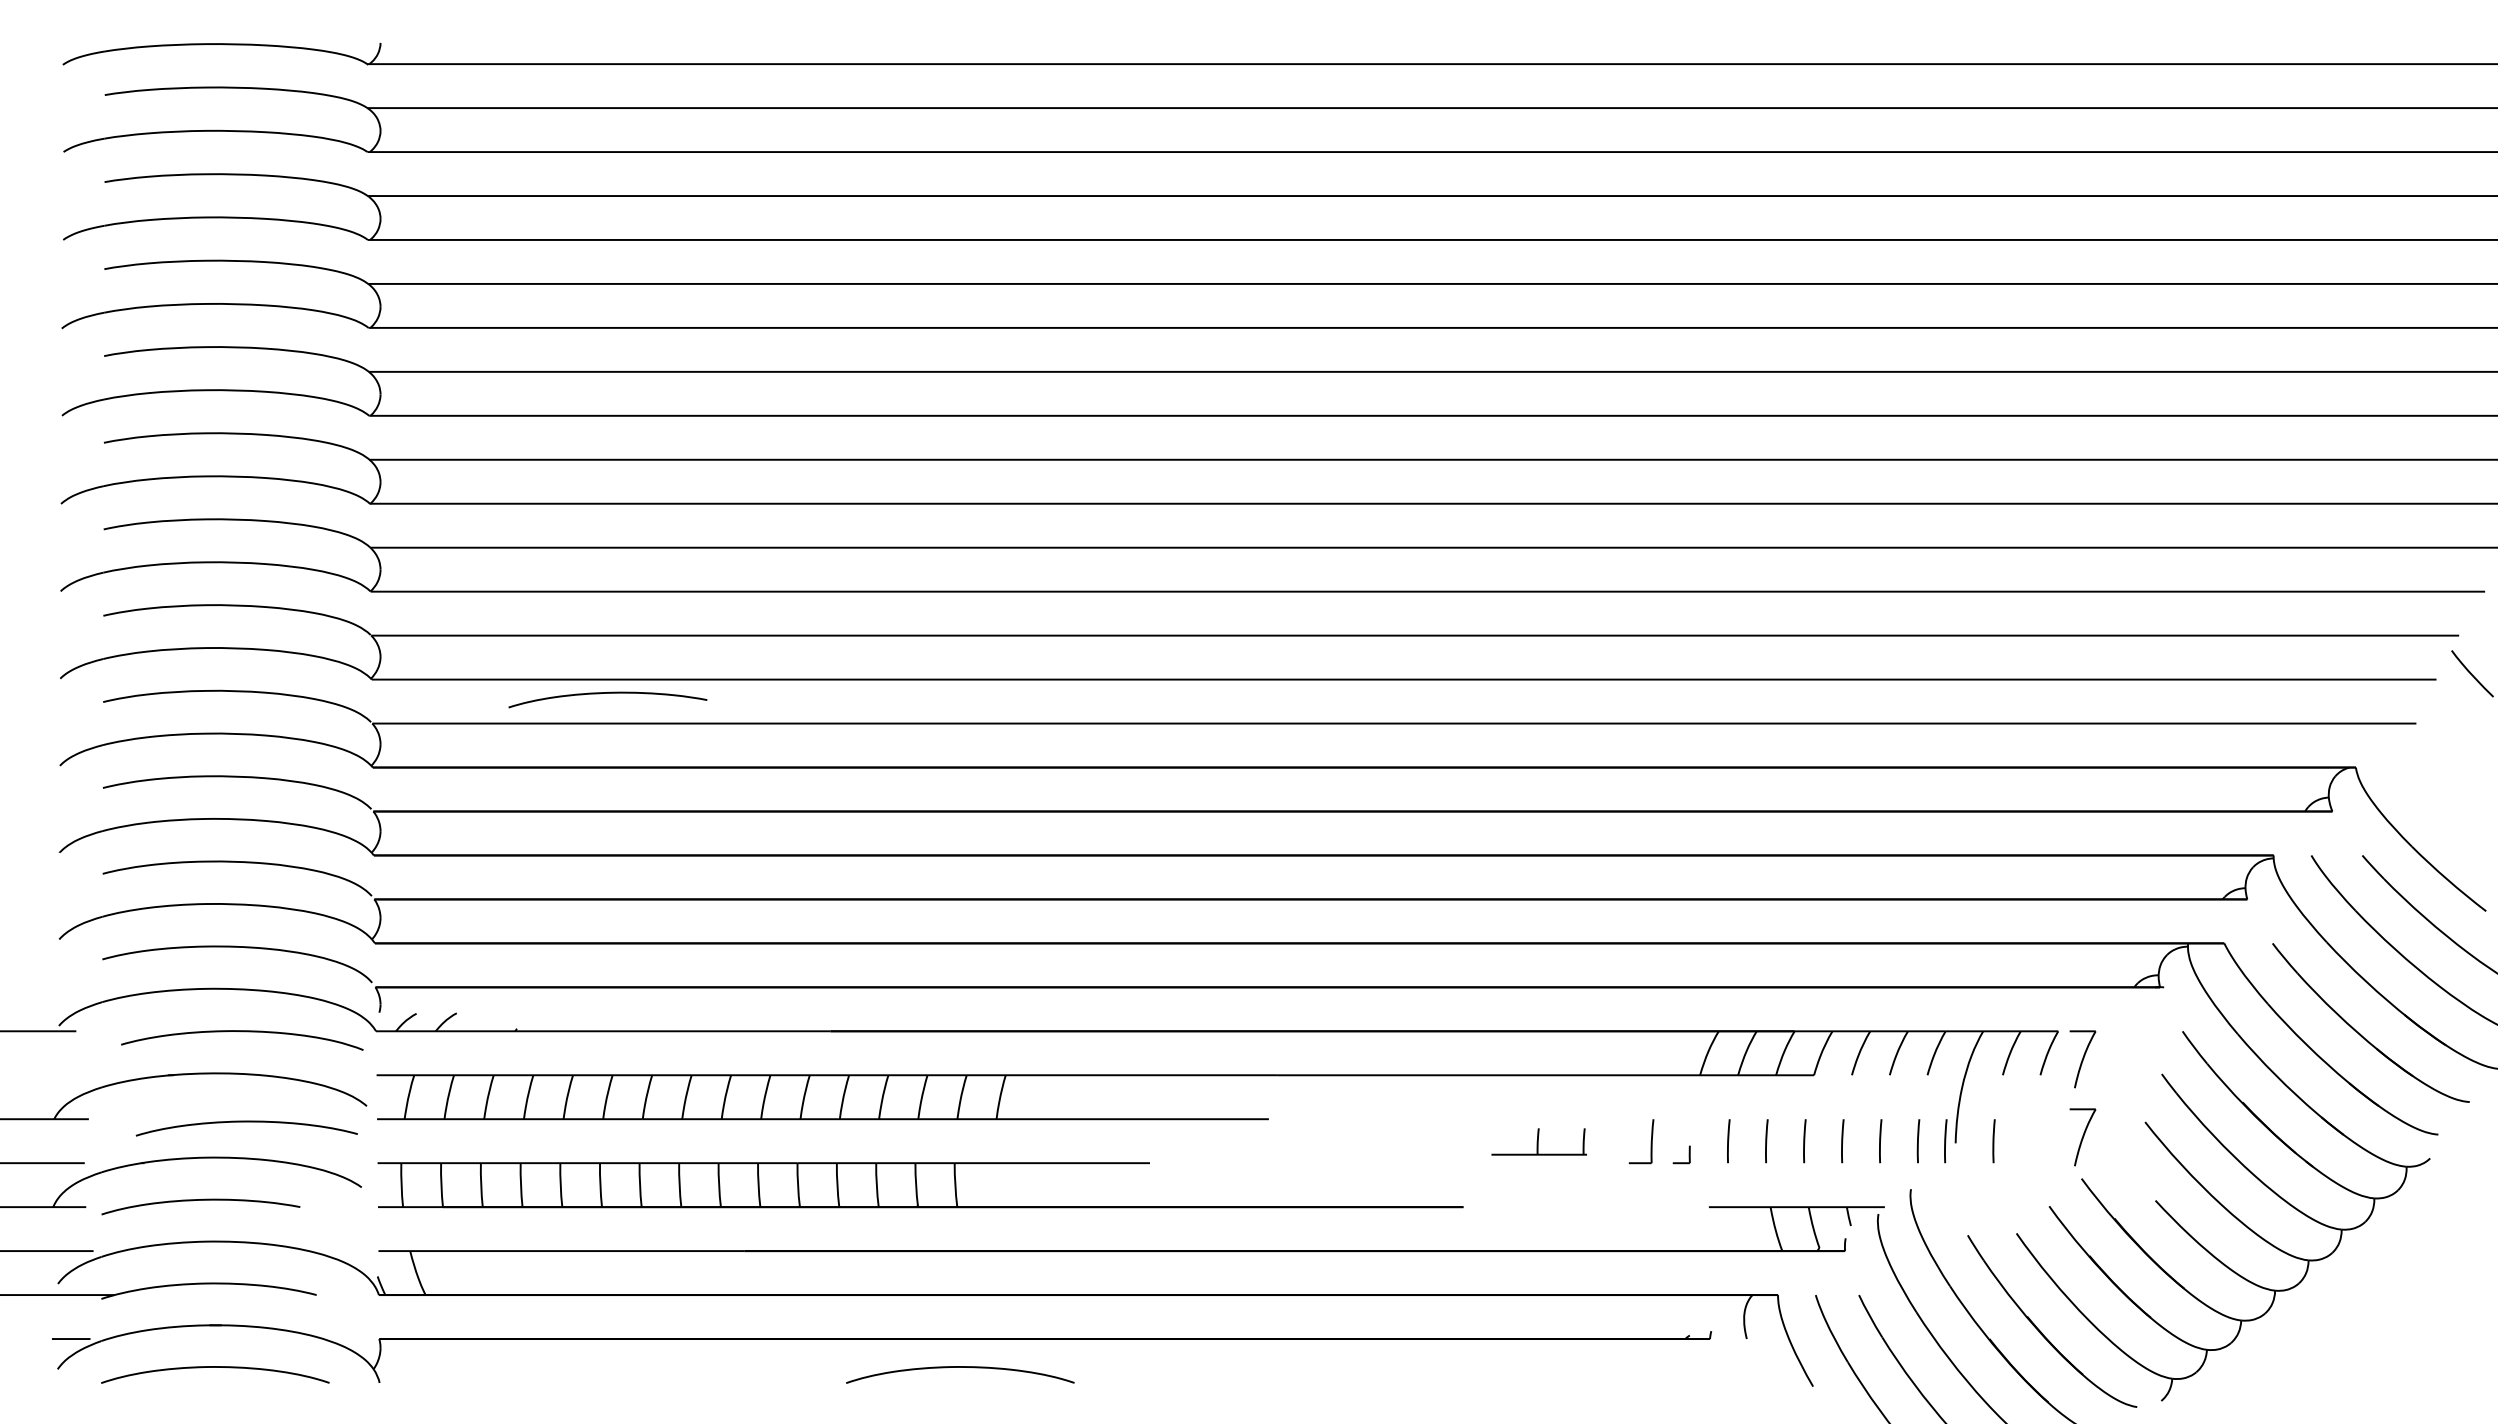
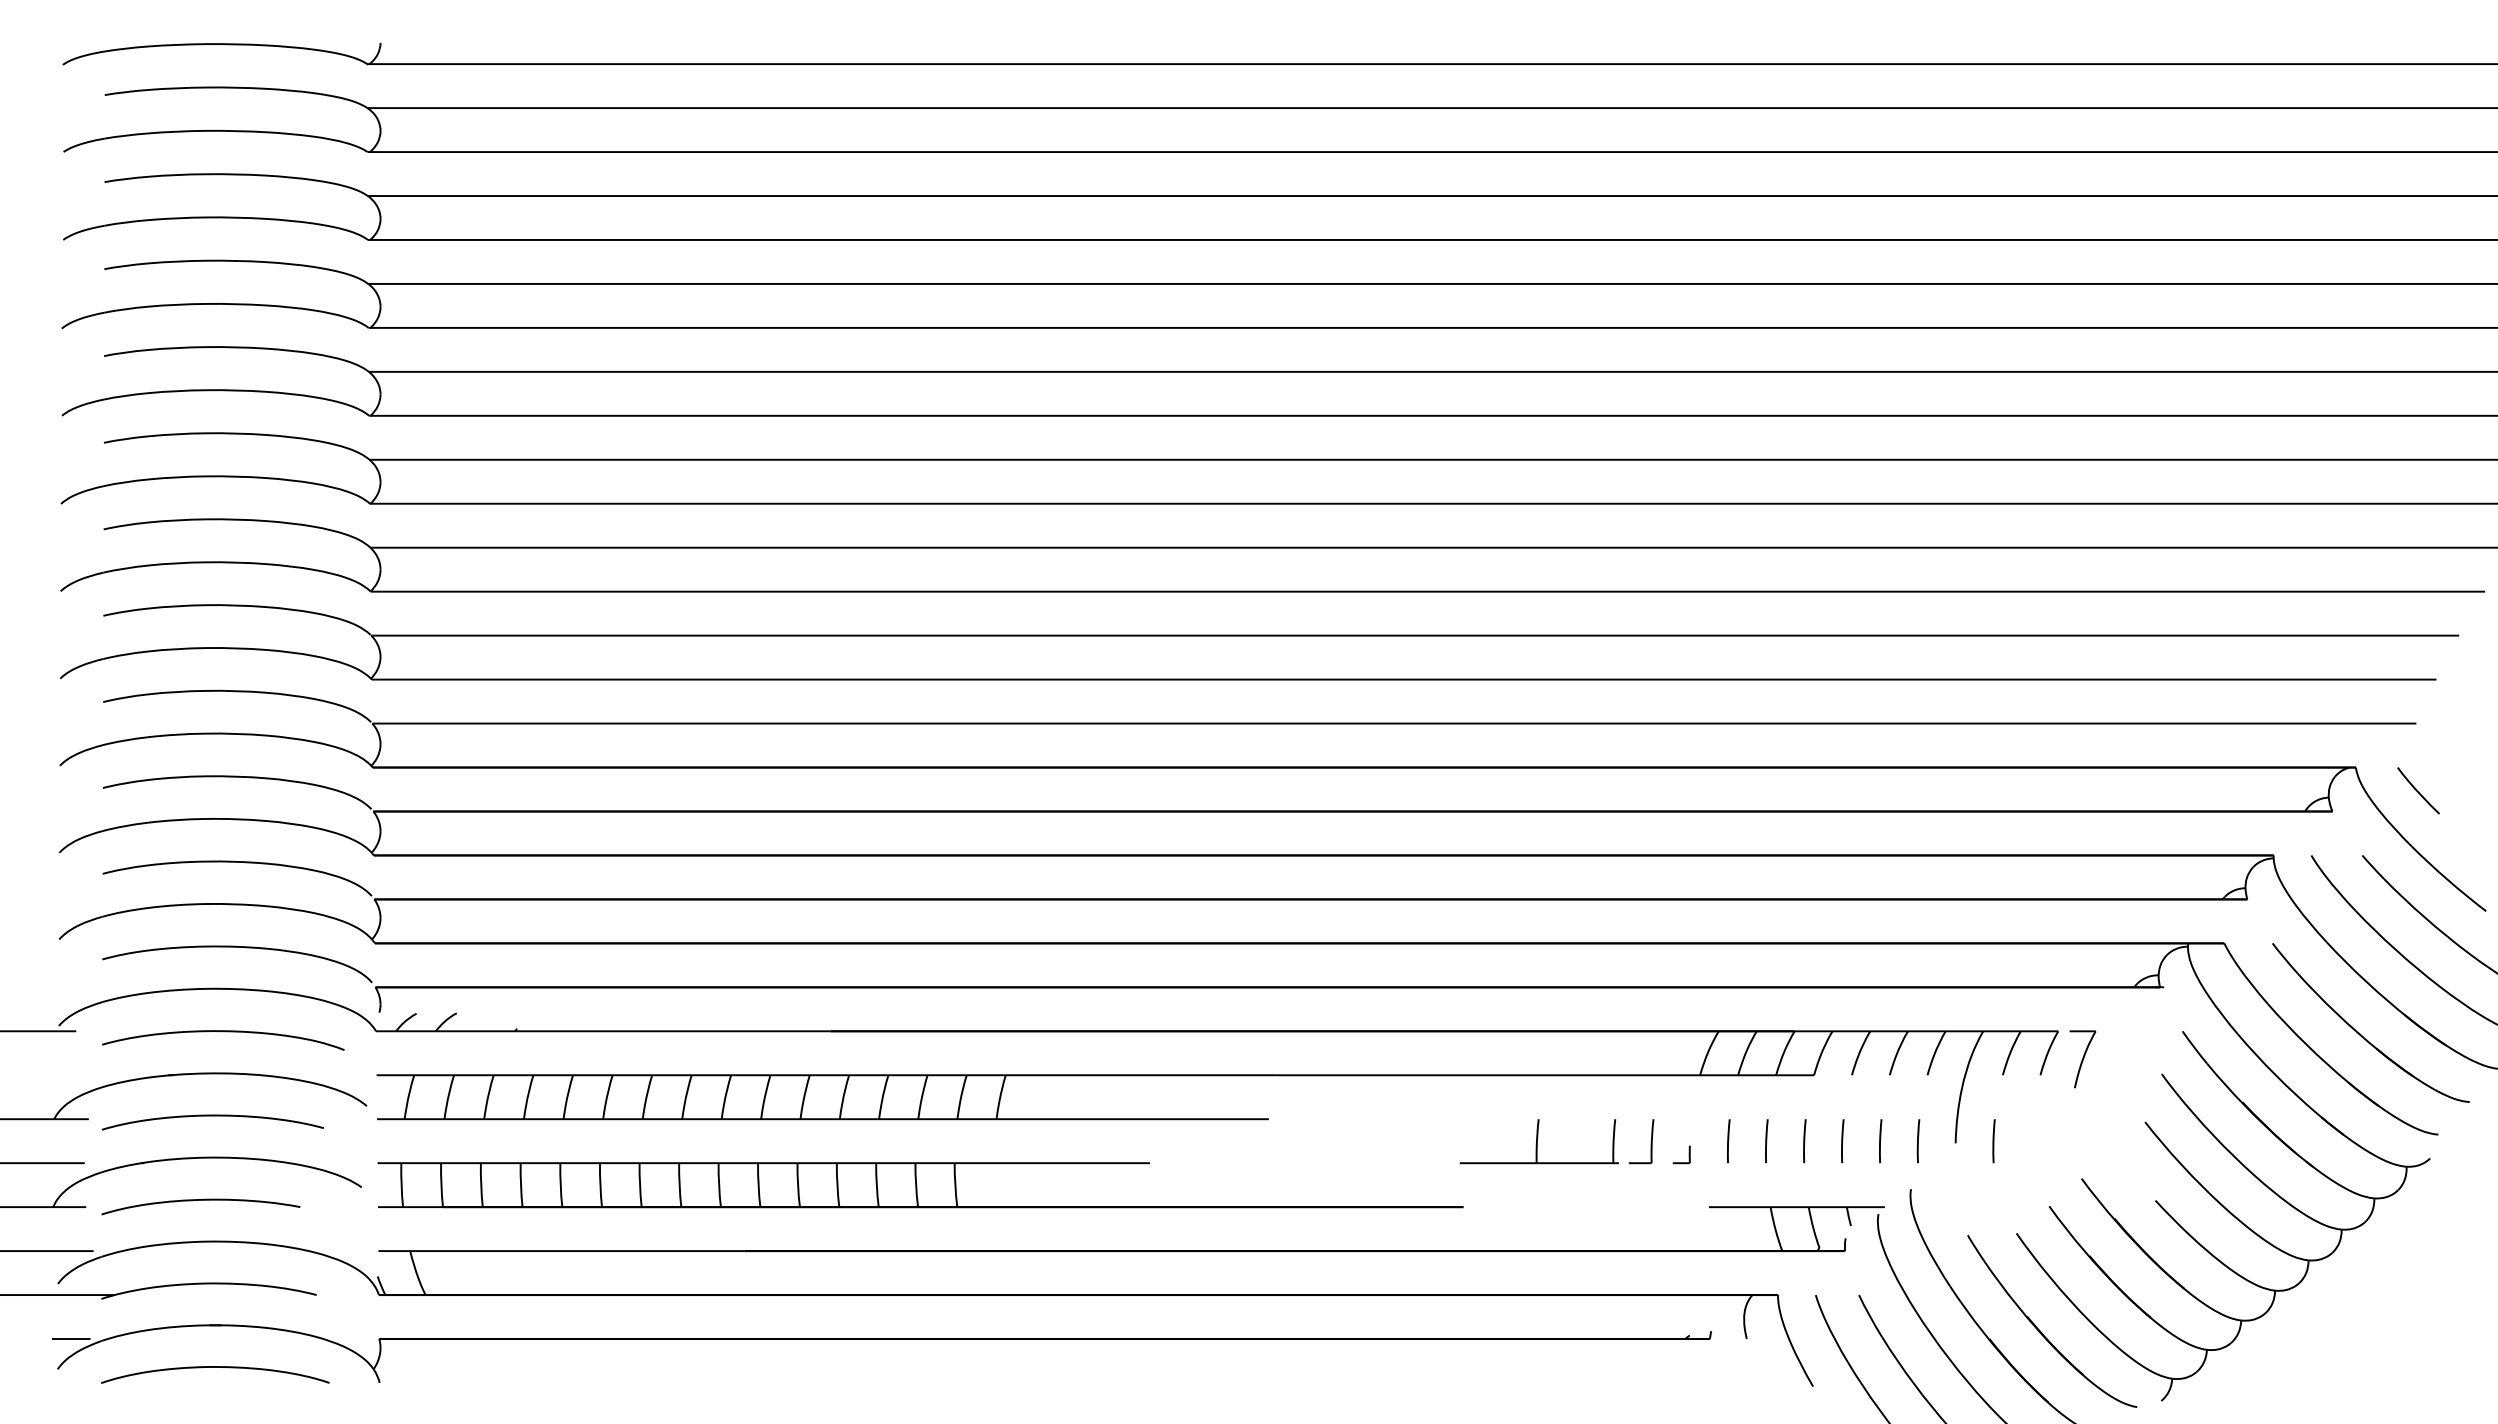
line at (2472, 673) position: (2472, 673) -> (2418, 790)
curve at (607, 693): present -> none
curve at (242, 1032) position: (242, 1032) -> (223, 1032)
curve at (246, 1122) position: (246, 1122) -> (212, 1116)
part at (2082, 1137): present -> none
part at (1538, 1141) size: 96x28 px -> 160x46 px
curve at (1945, 1141): present -> none
curve at (960, 1367): present -> none
